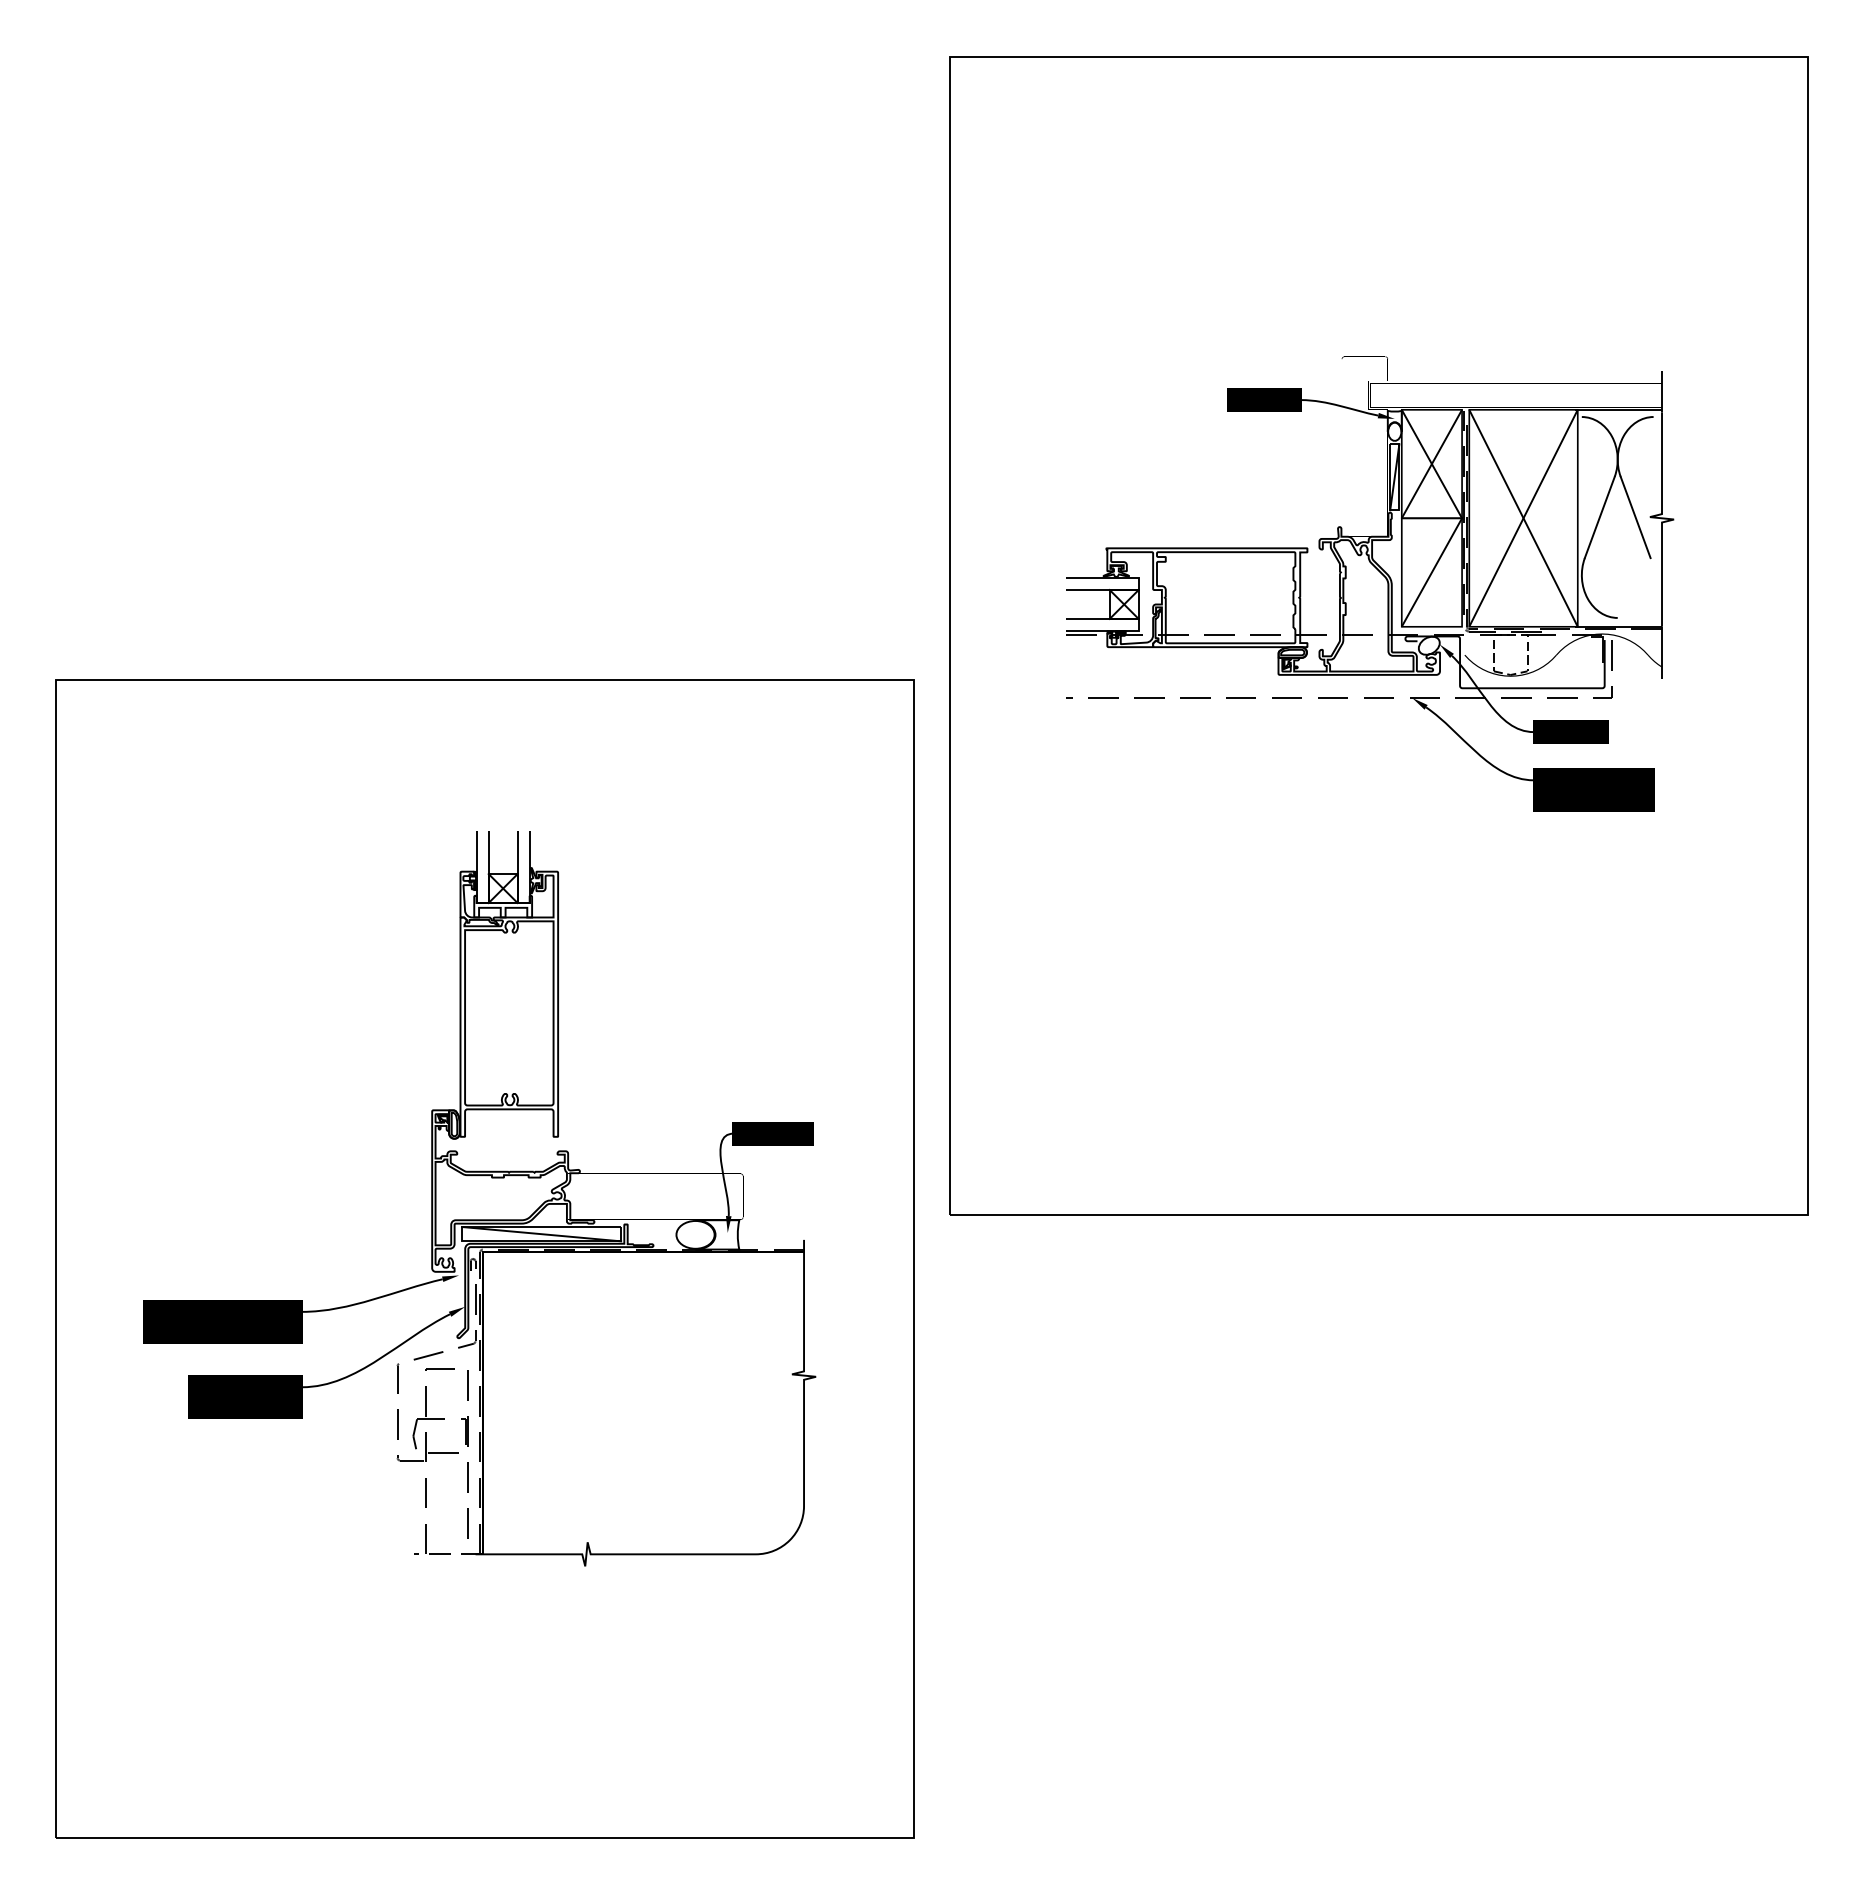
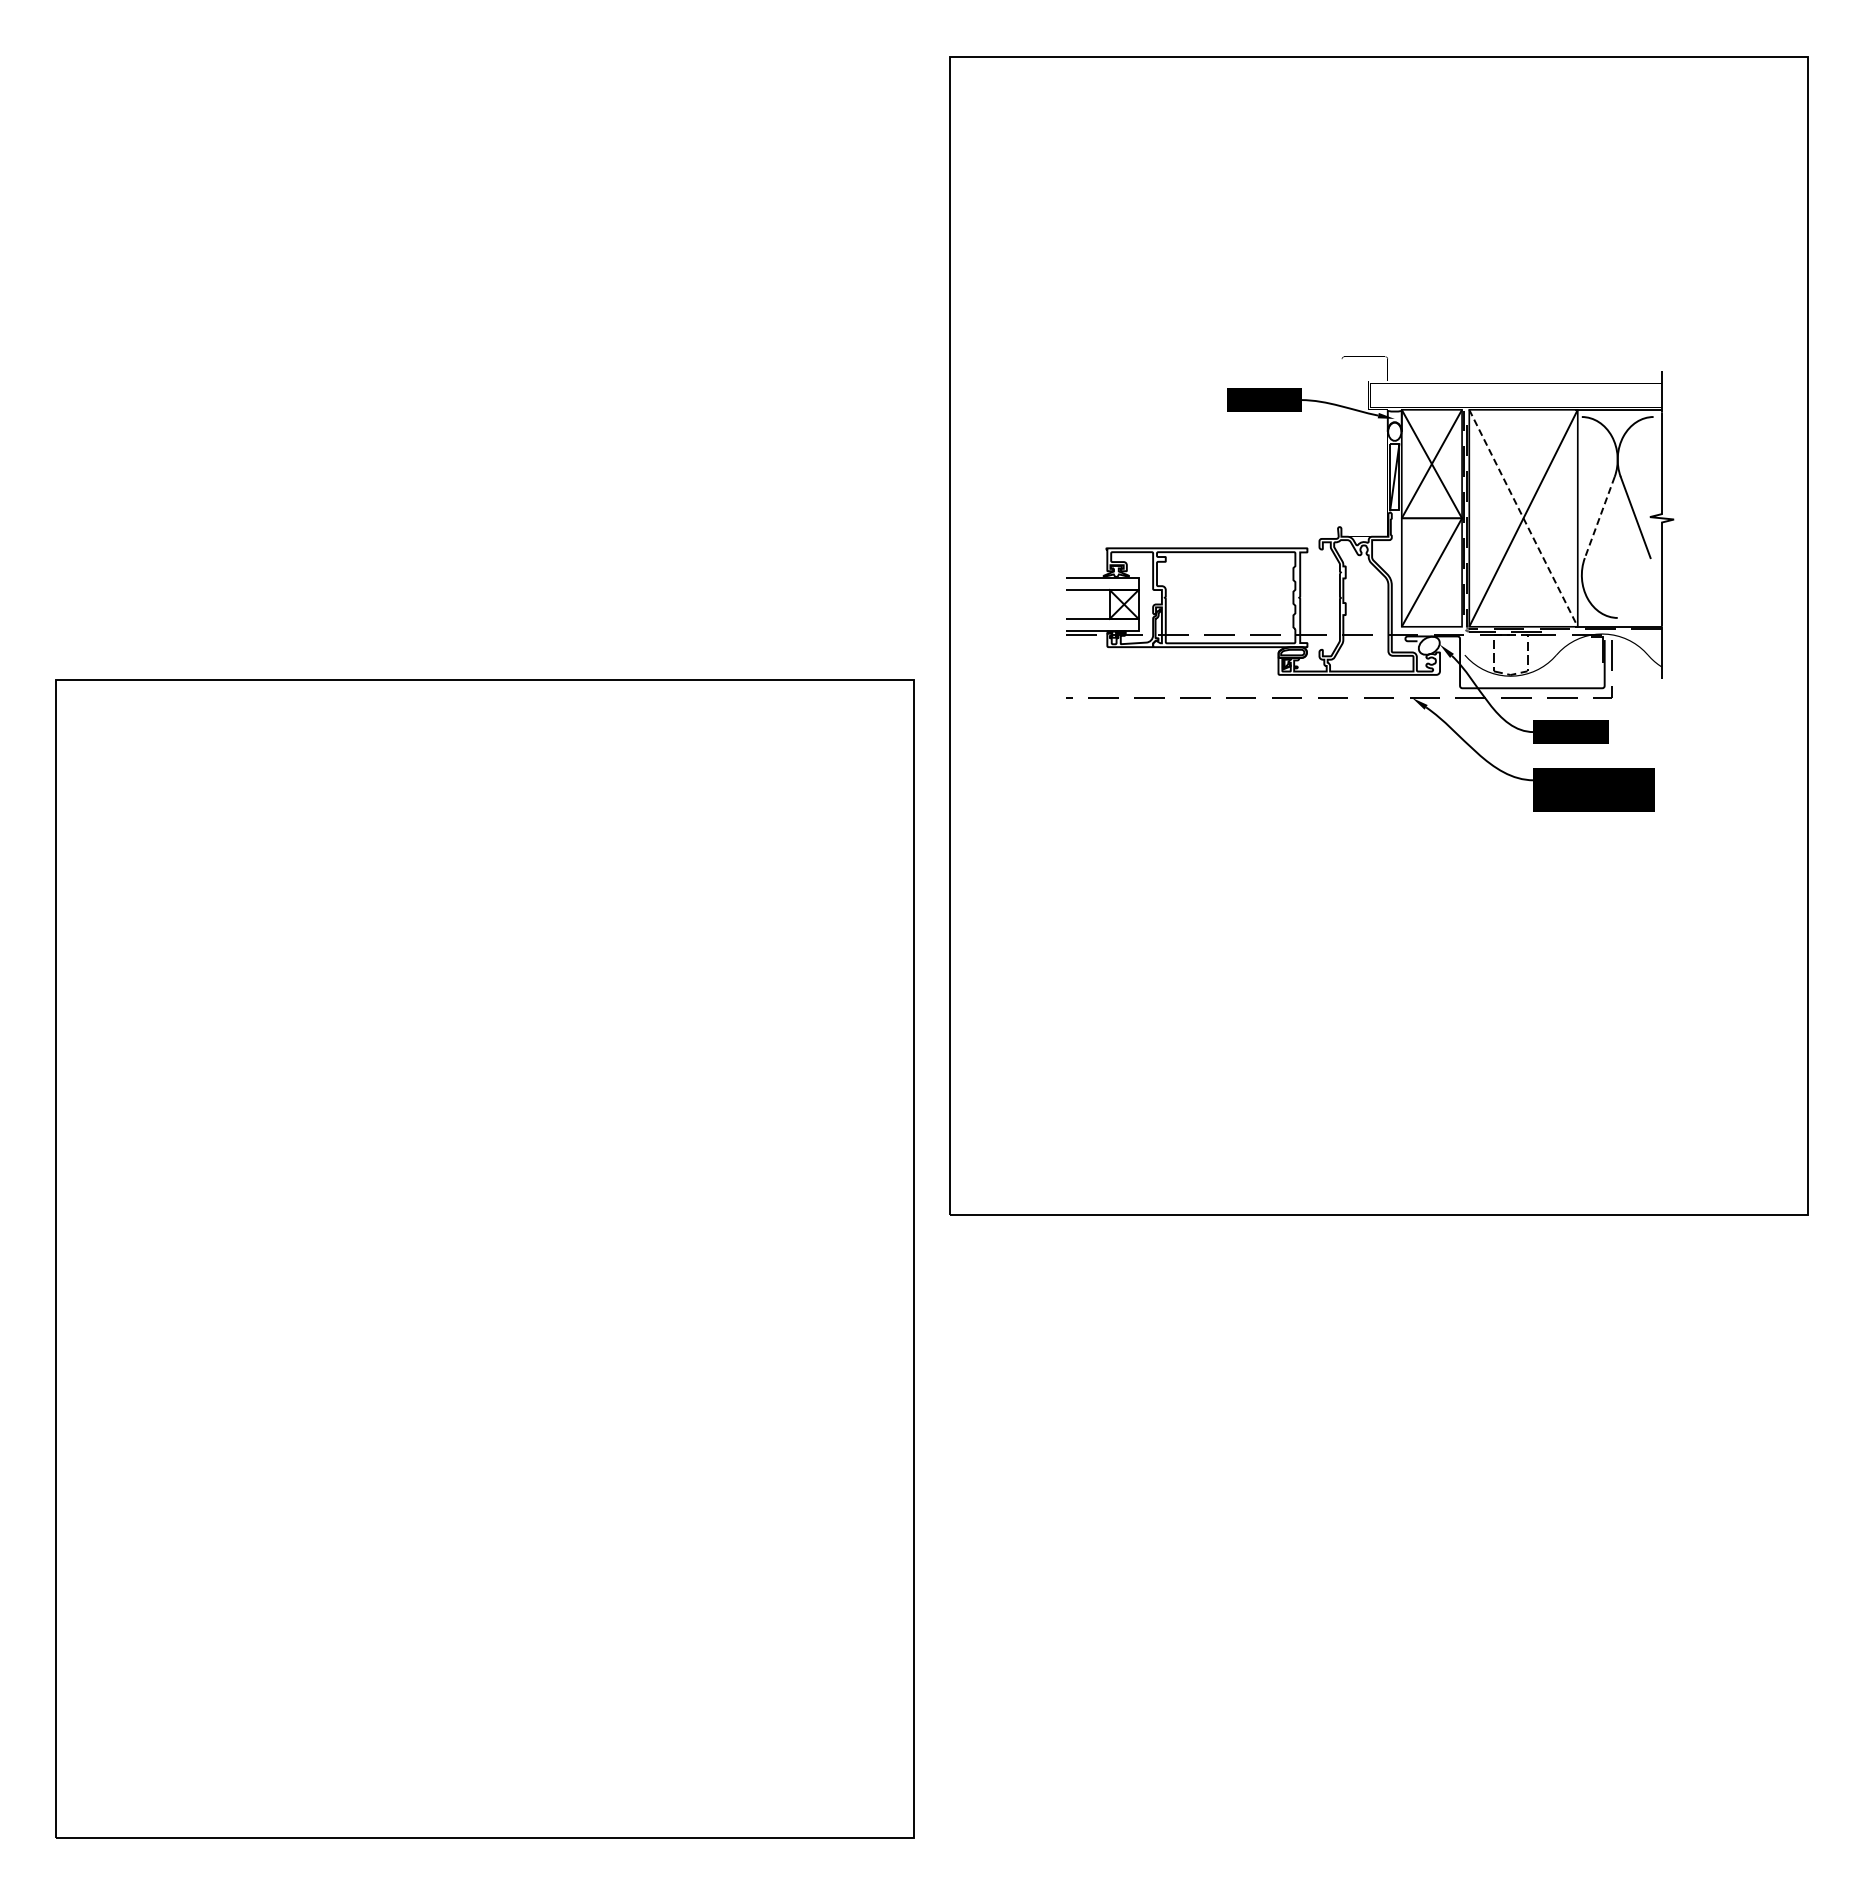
line at (1599, 517): solid -> dashed
line at (1523, 518): solid -> dashed
part at (479, 1198): present -> none
